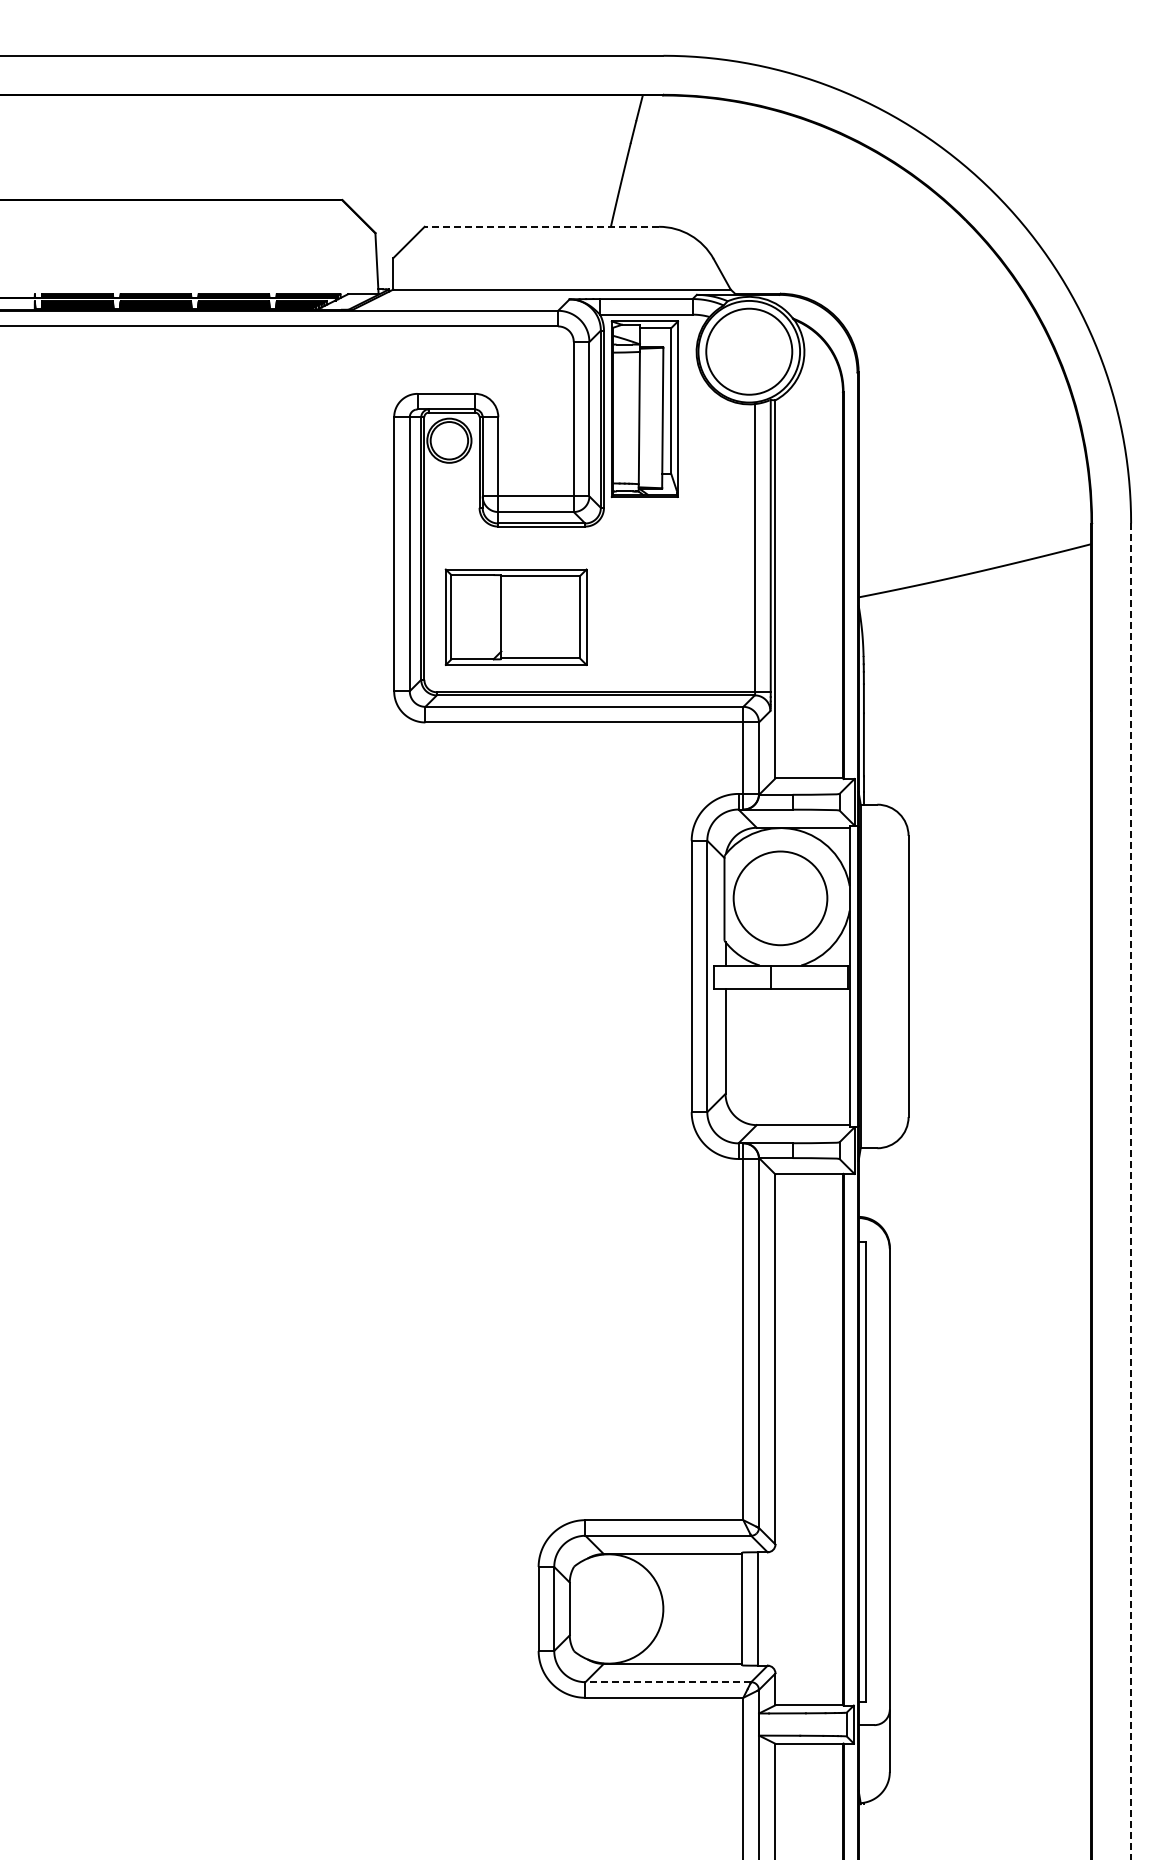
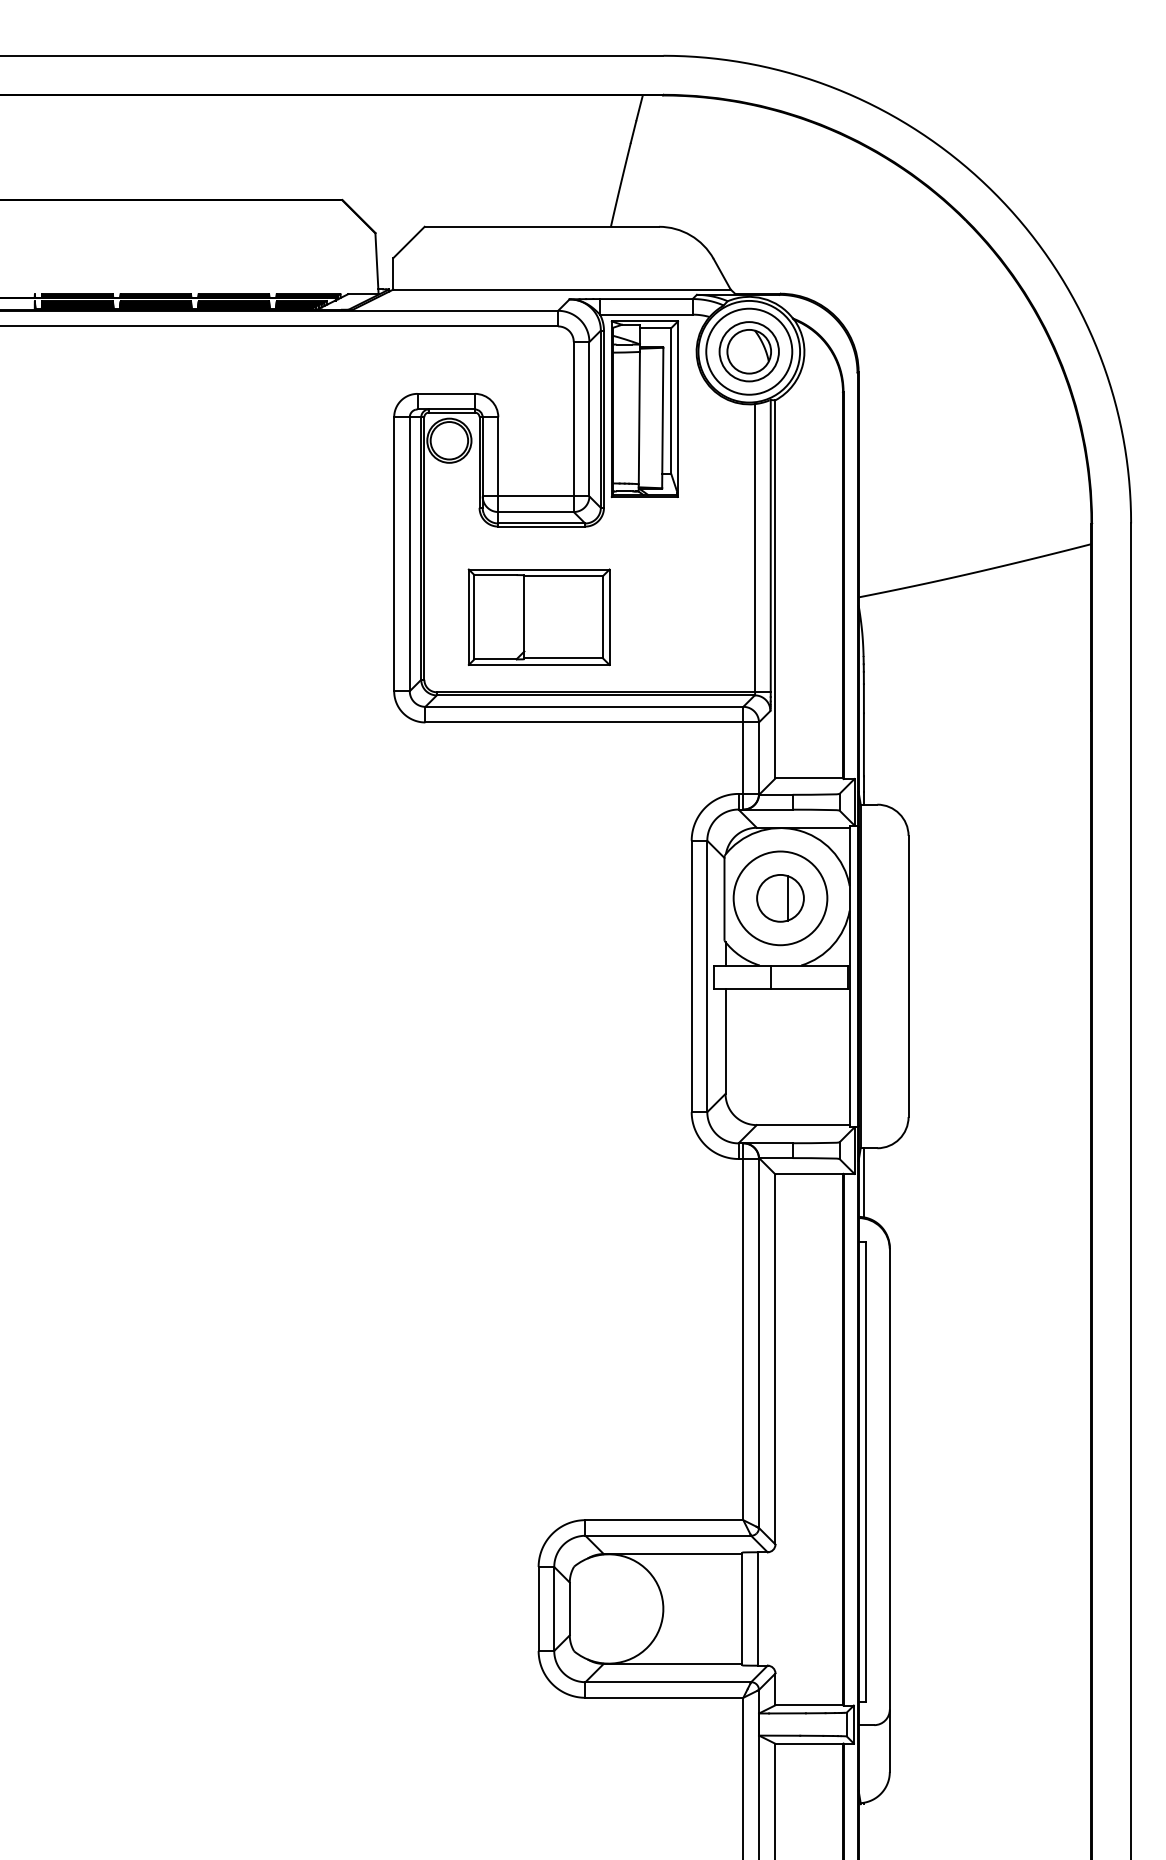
line at (541, 226): dashed -> solid
part at (748, 351): none -> present
part at (515, 616) position: (515, 616) -> (538, 616)
part at (780, 898): none -> present
line at (863, 1182): none -> present
line at (1131, 1191): dashed -> solid
line at (668, 1682): dashed -> solid
